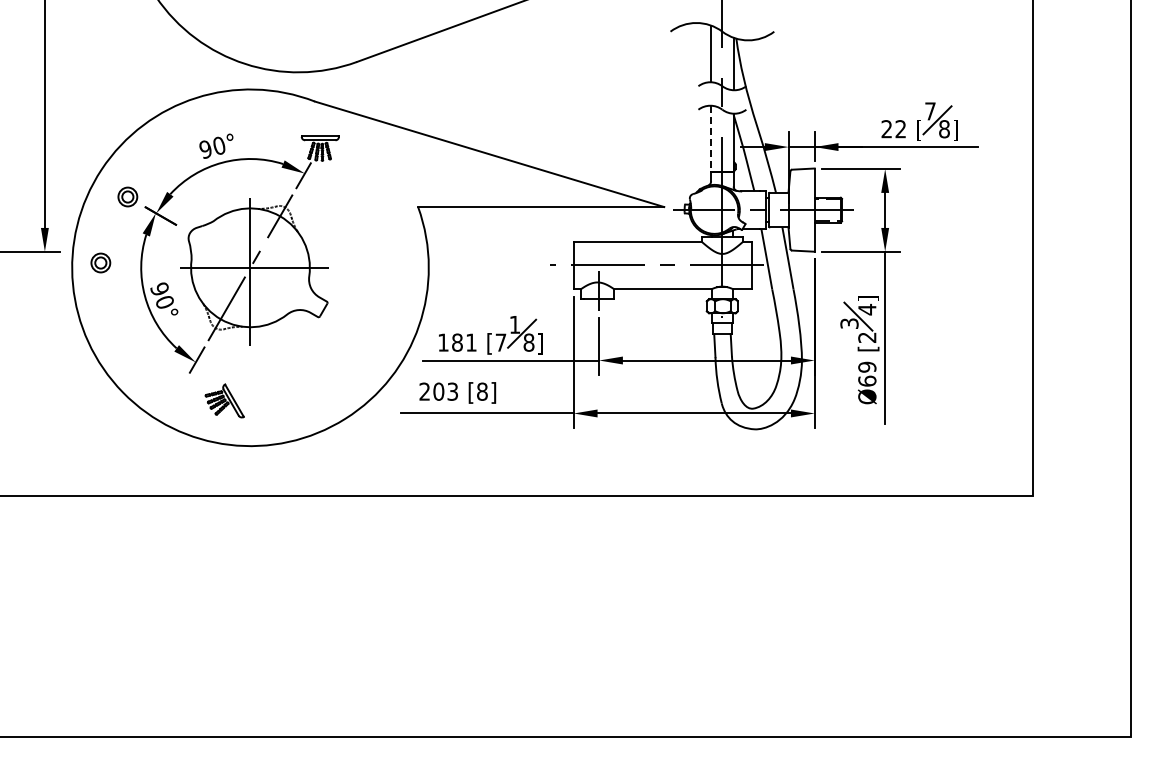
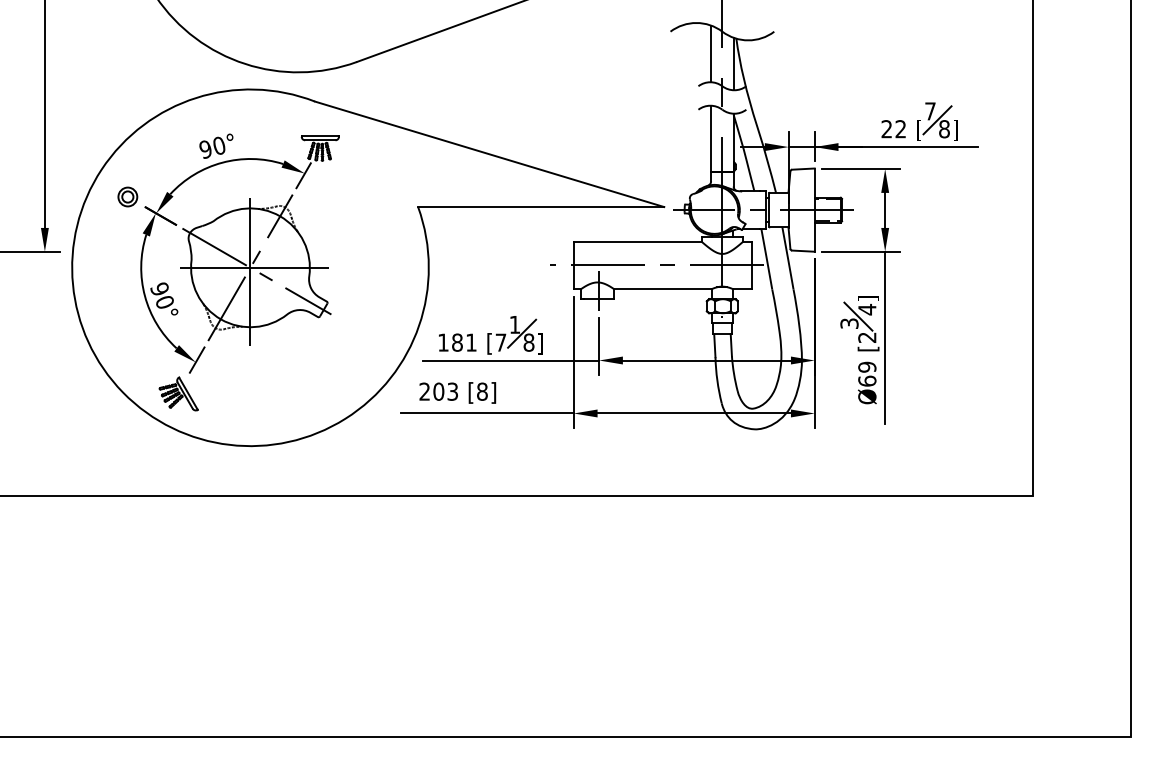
line at (711, 139): dashed -> solid
part at (100, 262): present -> none
line at (256, 271): none -> present
part at (224, 400) position: (224, 400) -> (178, 393)
